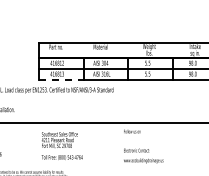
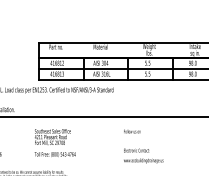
line at (61, 80): dashed -> solid
line at (103, 123) position: (103, 123) -> (103, 117)
text at (61, 145) position: (61, 145) -> (54, 142)
